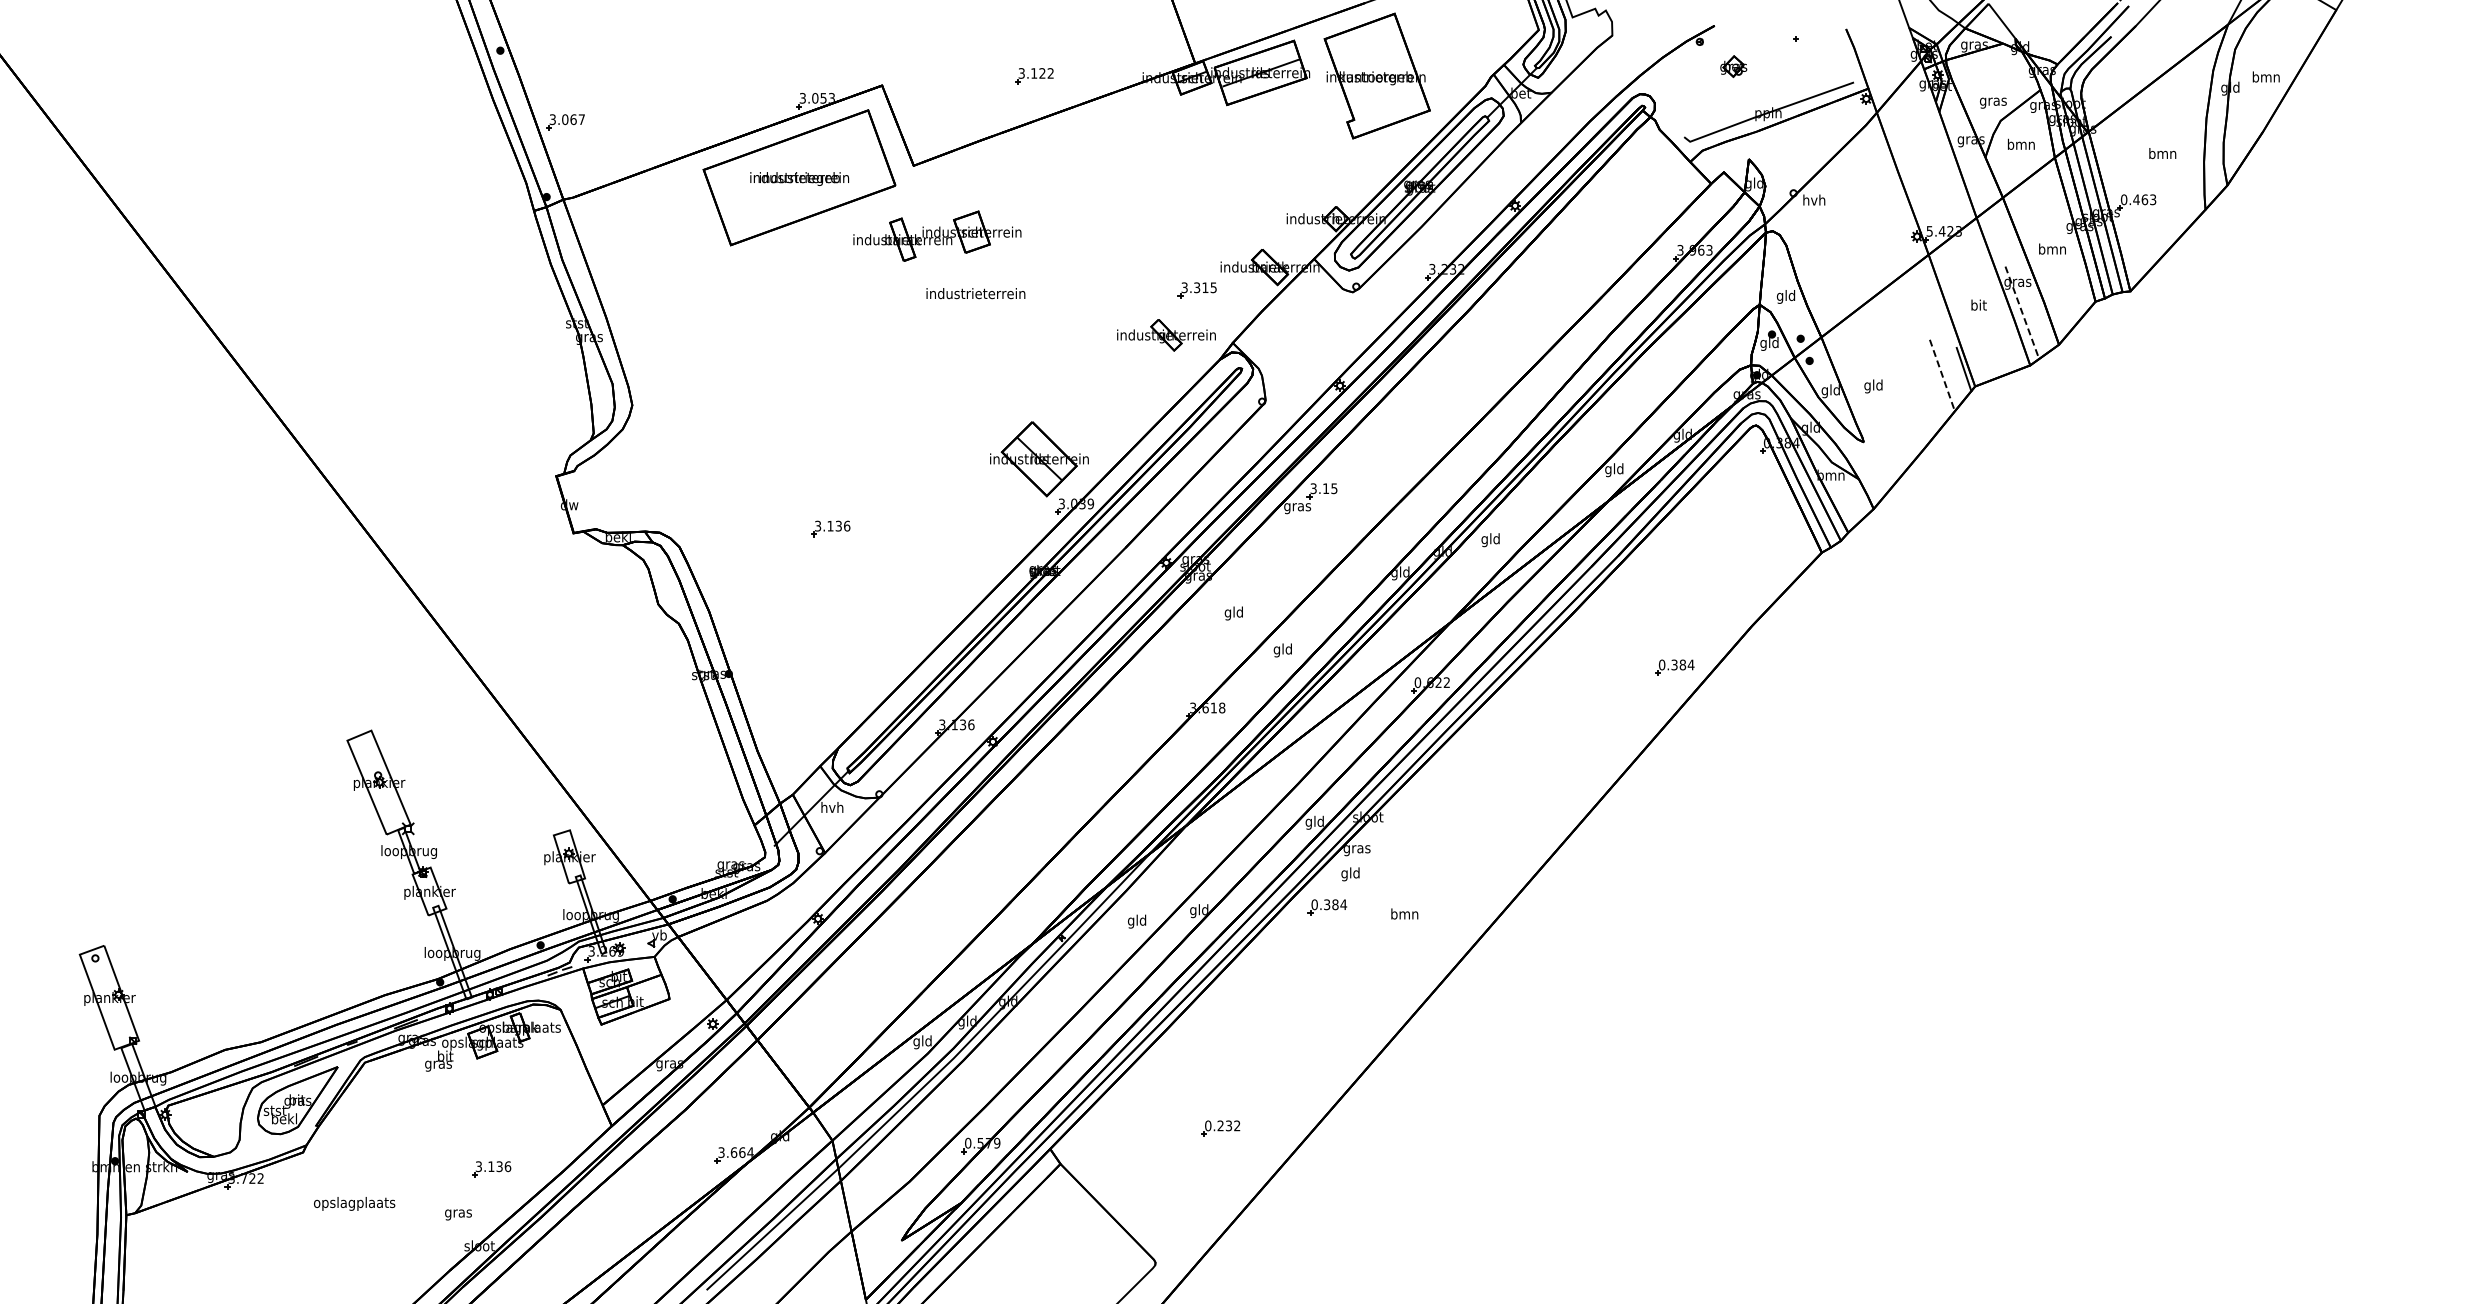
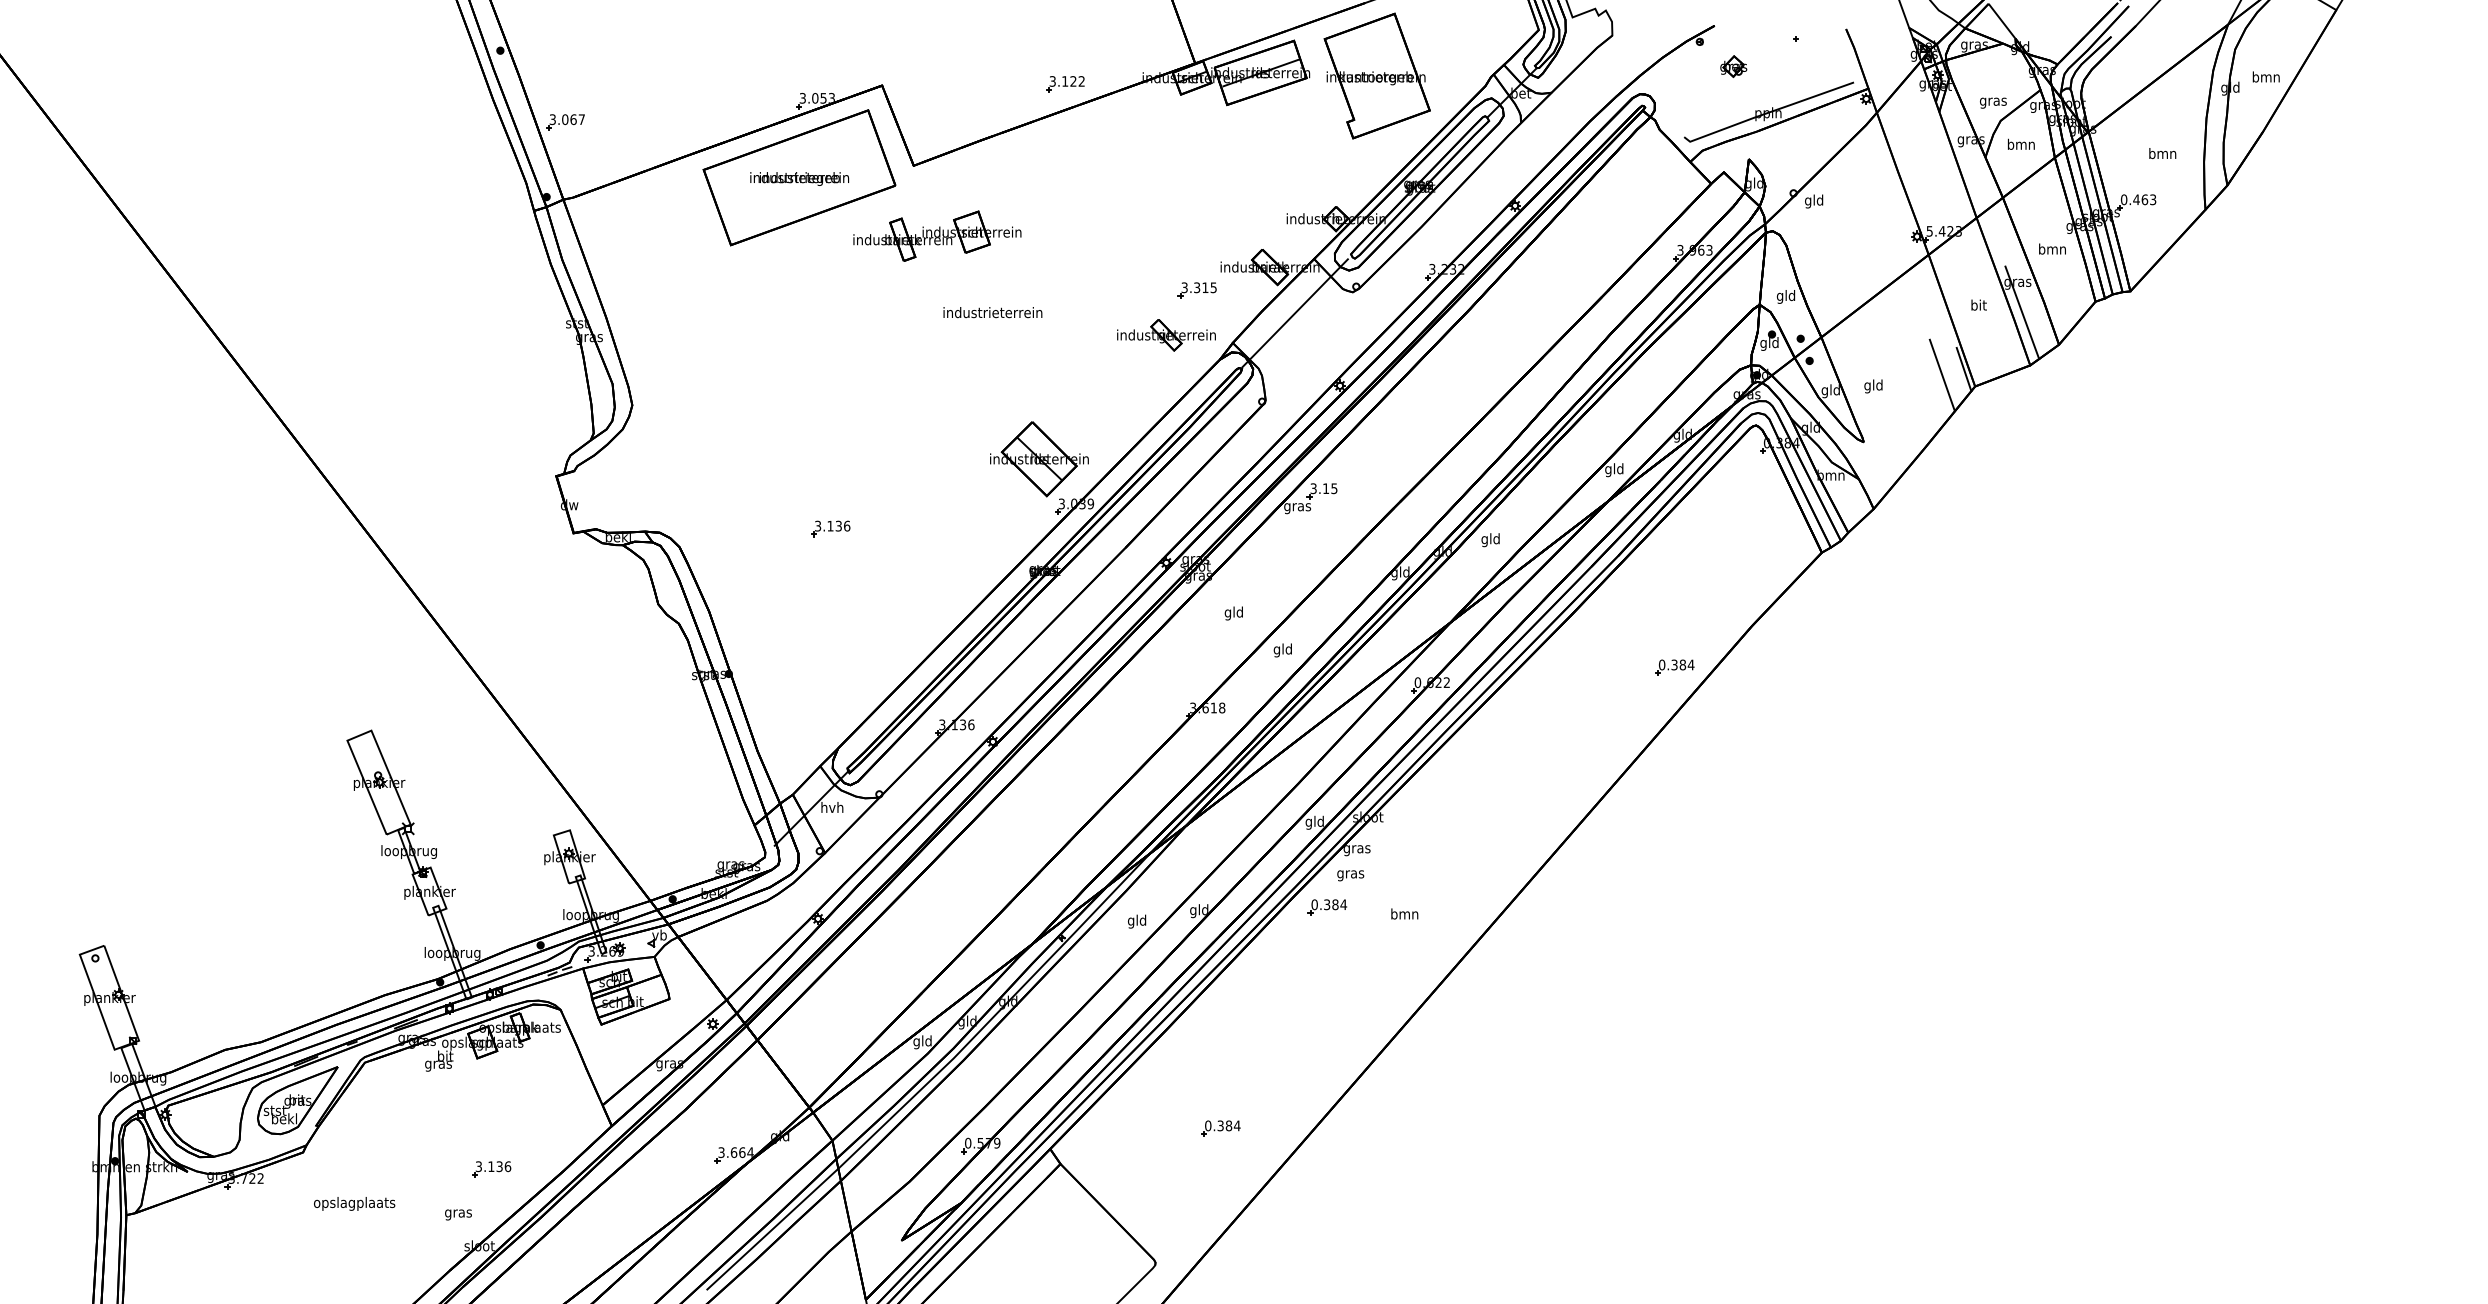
part at (1034, 76) position: (1034, 76) -> (1065, 84)
text at (1814, 201): hvh -> gld
text at (975, 293) position: (975, 293) -> (992, 312)
line at (1294, 313): none -> present
line at (2022, 313): dashed -> solid
line at (1942, 375): dashed -> solid
text at (1350, 874): gld -> gras
text at (1228, 1125): 0.232 -> 0.384
